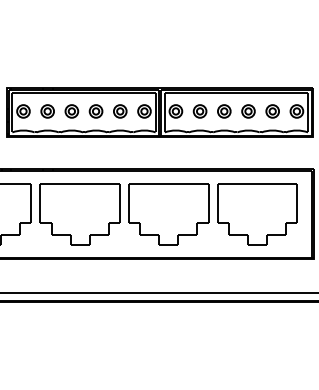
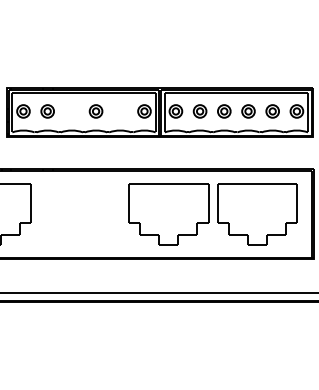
part at (71, 111): present -> none
part at (120, 111): present -> none
part at (79, 214): present -> none
